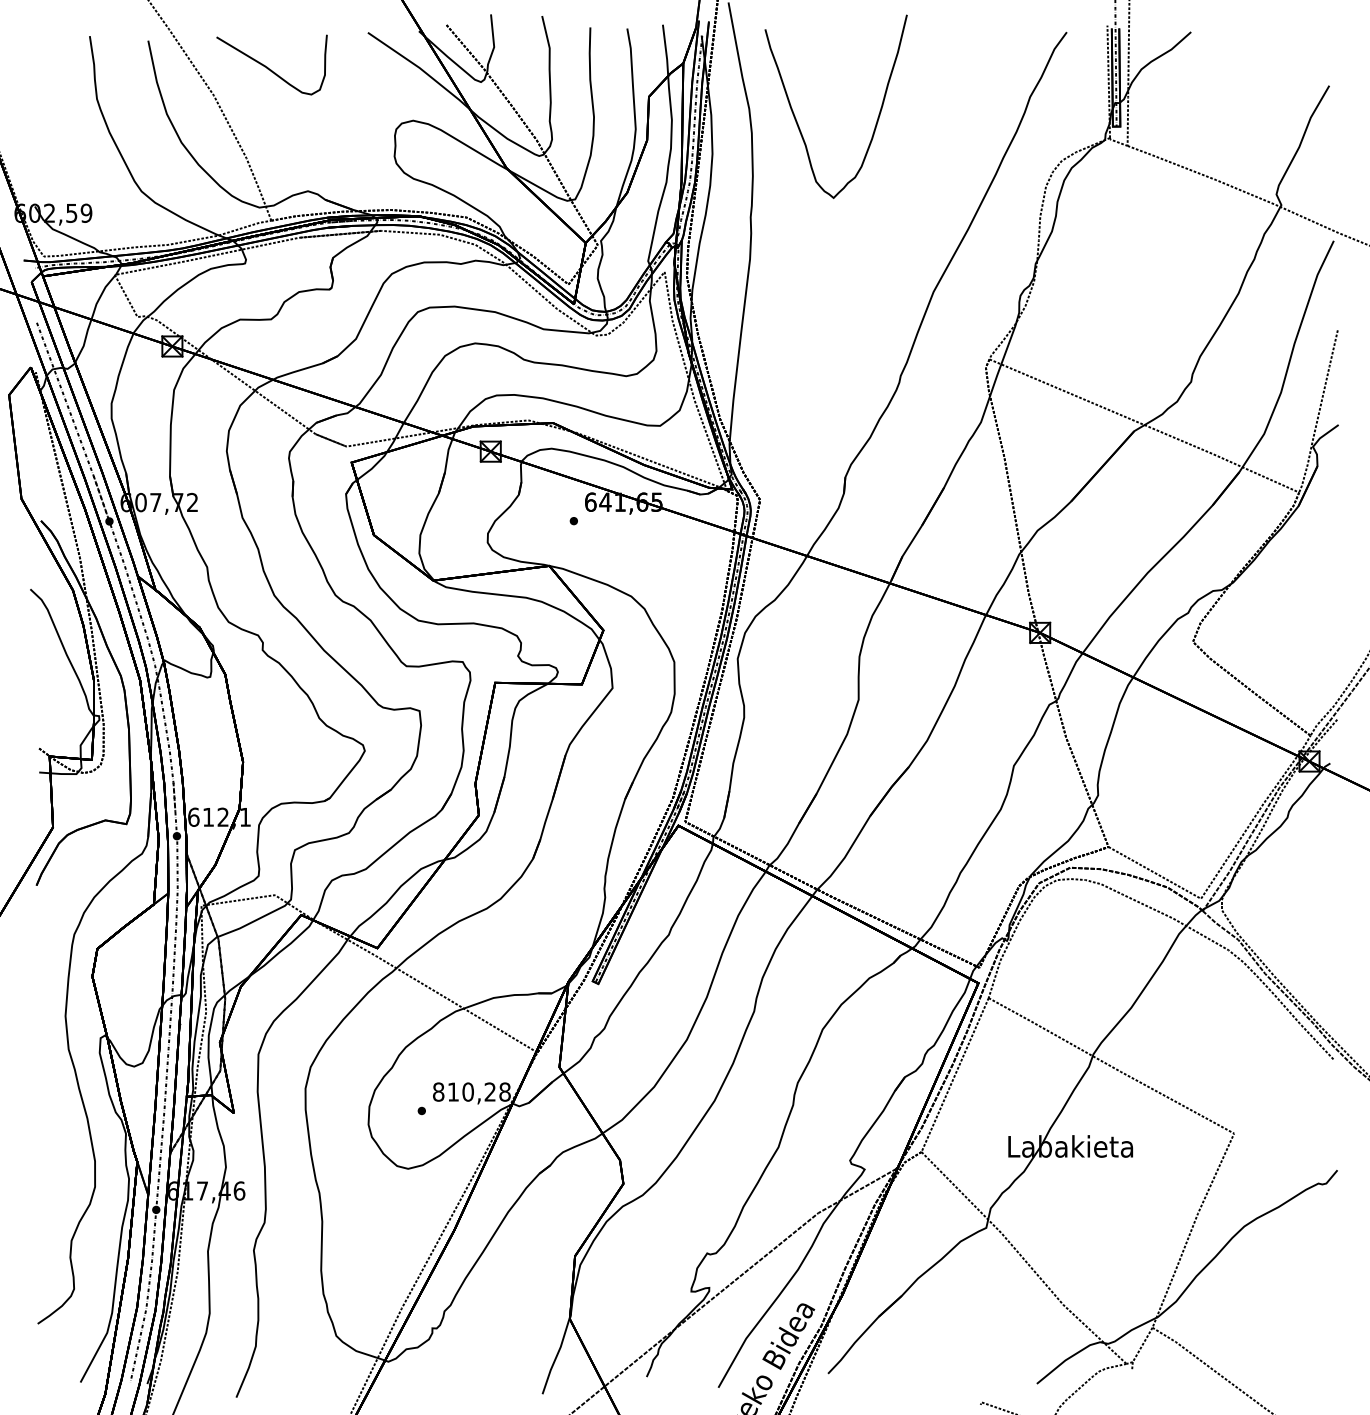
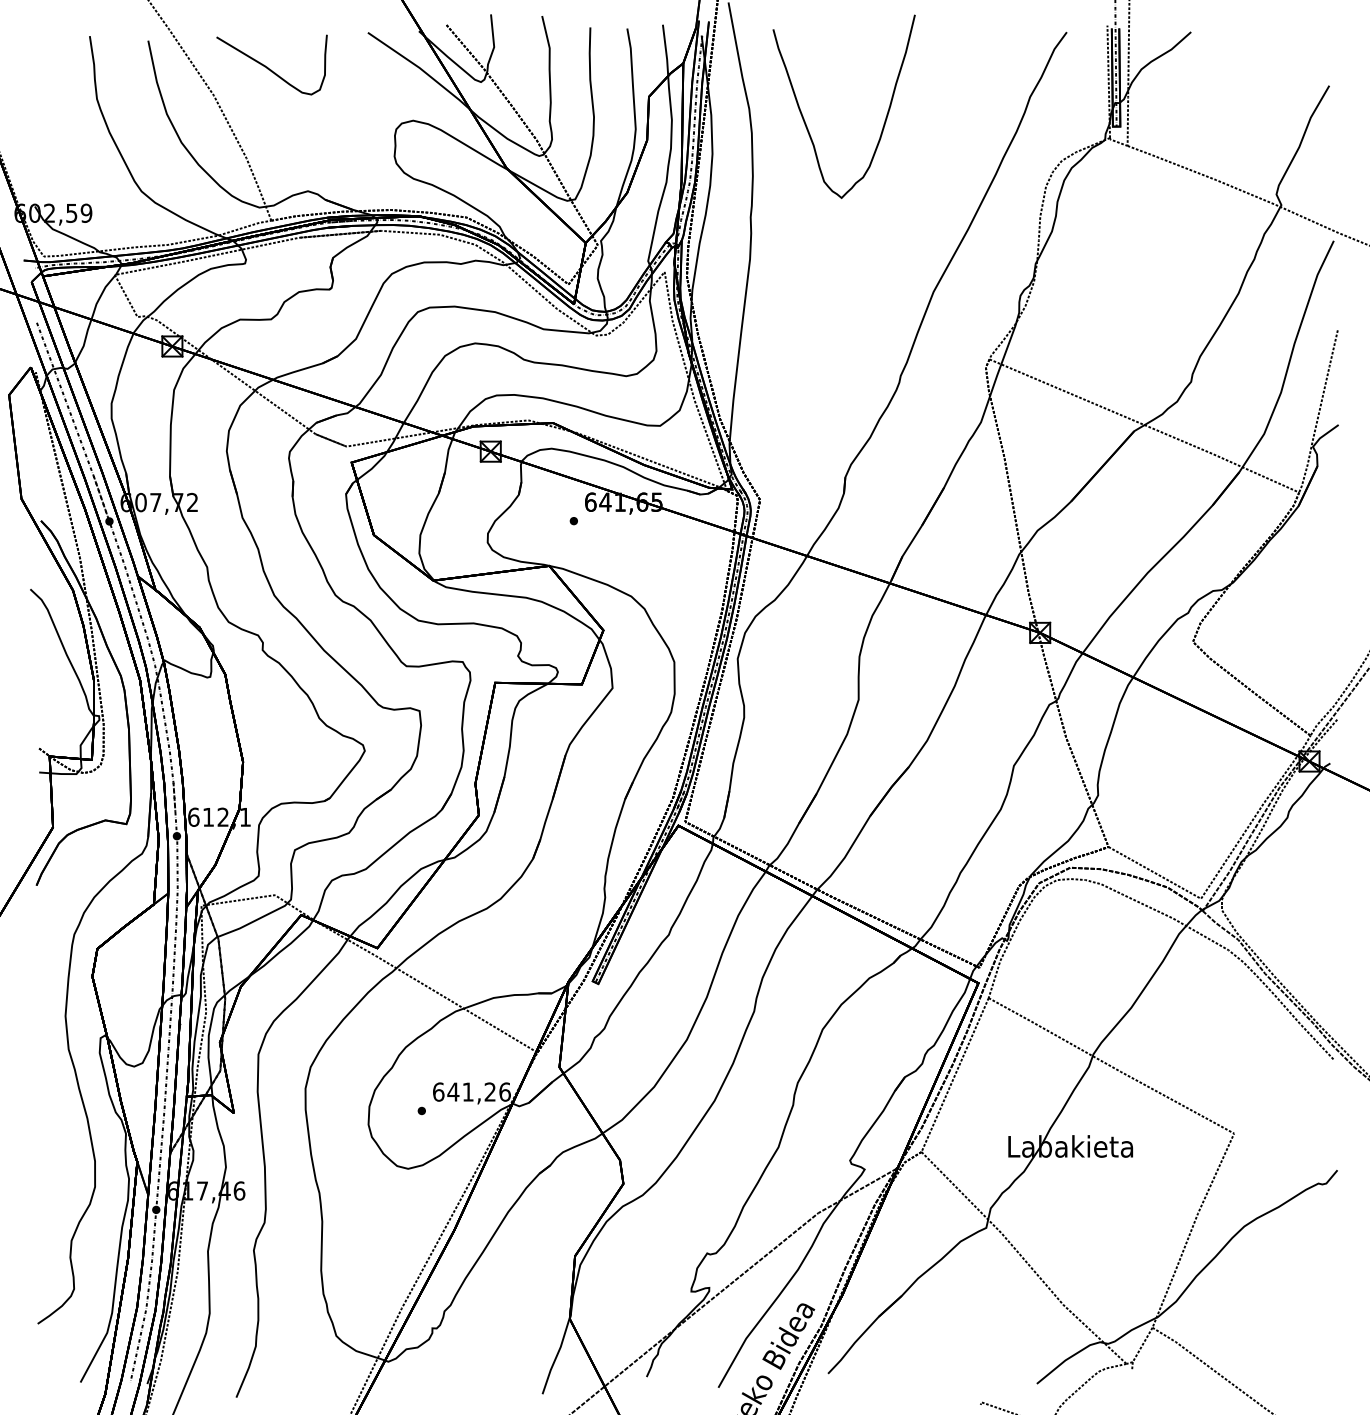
curve at (798, 123) position: (798, 123) -> (806, 123)
text at (471, 1091): 810,28 -> 641,26
